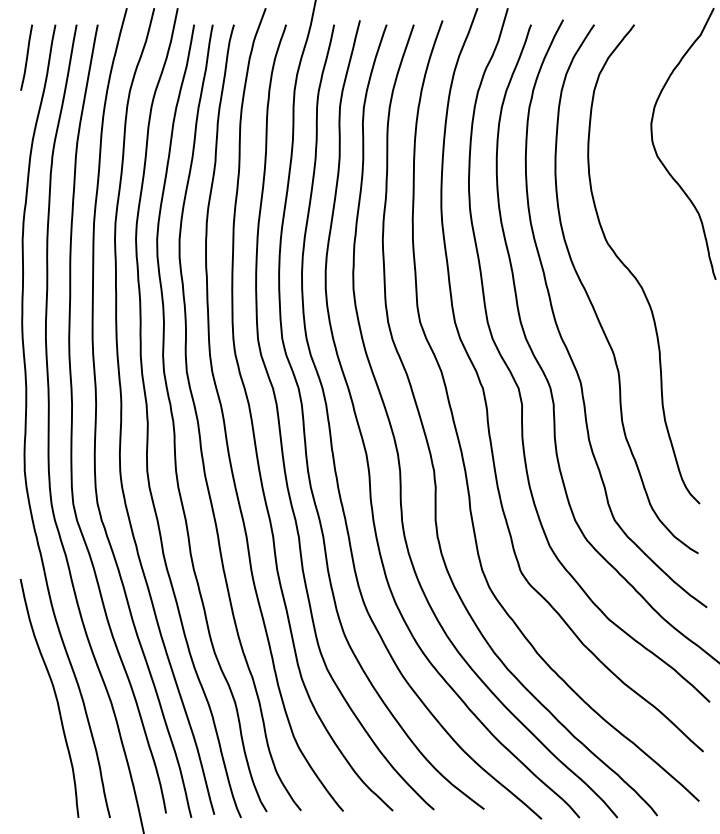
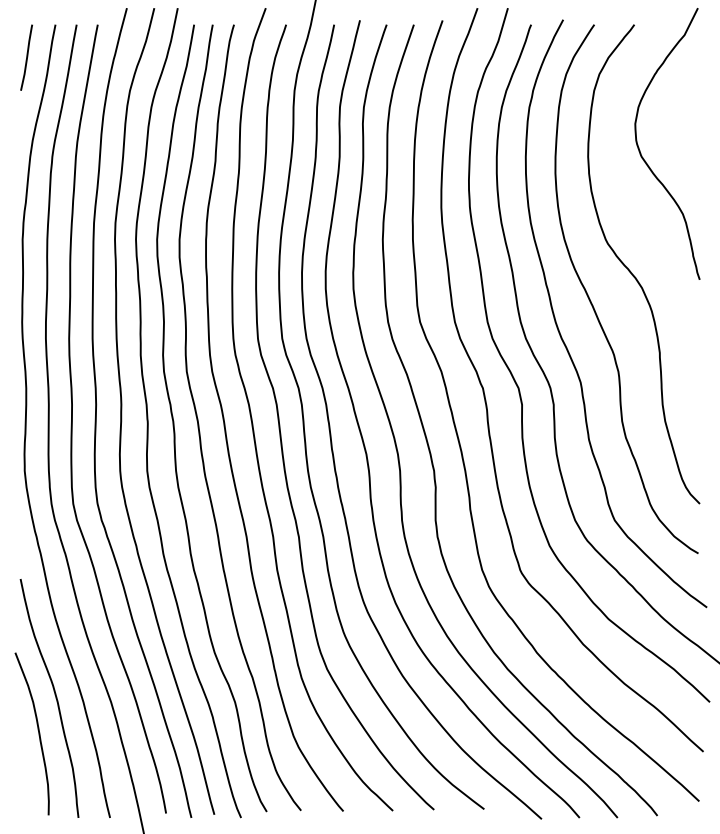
curve at (662, 161) position: (662, 161) -> (646, 161)
curve at (37, 730): none -> present
